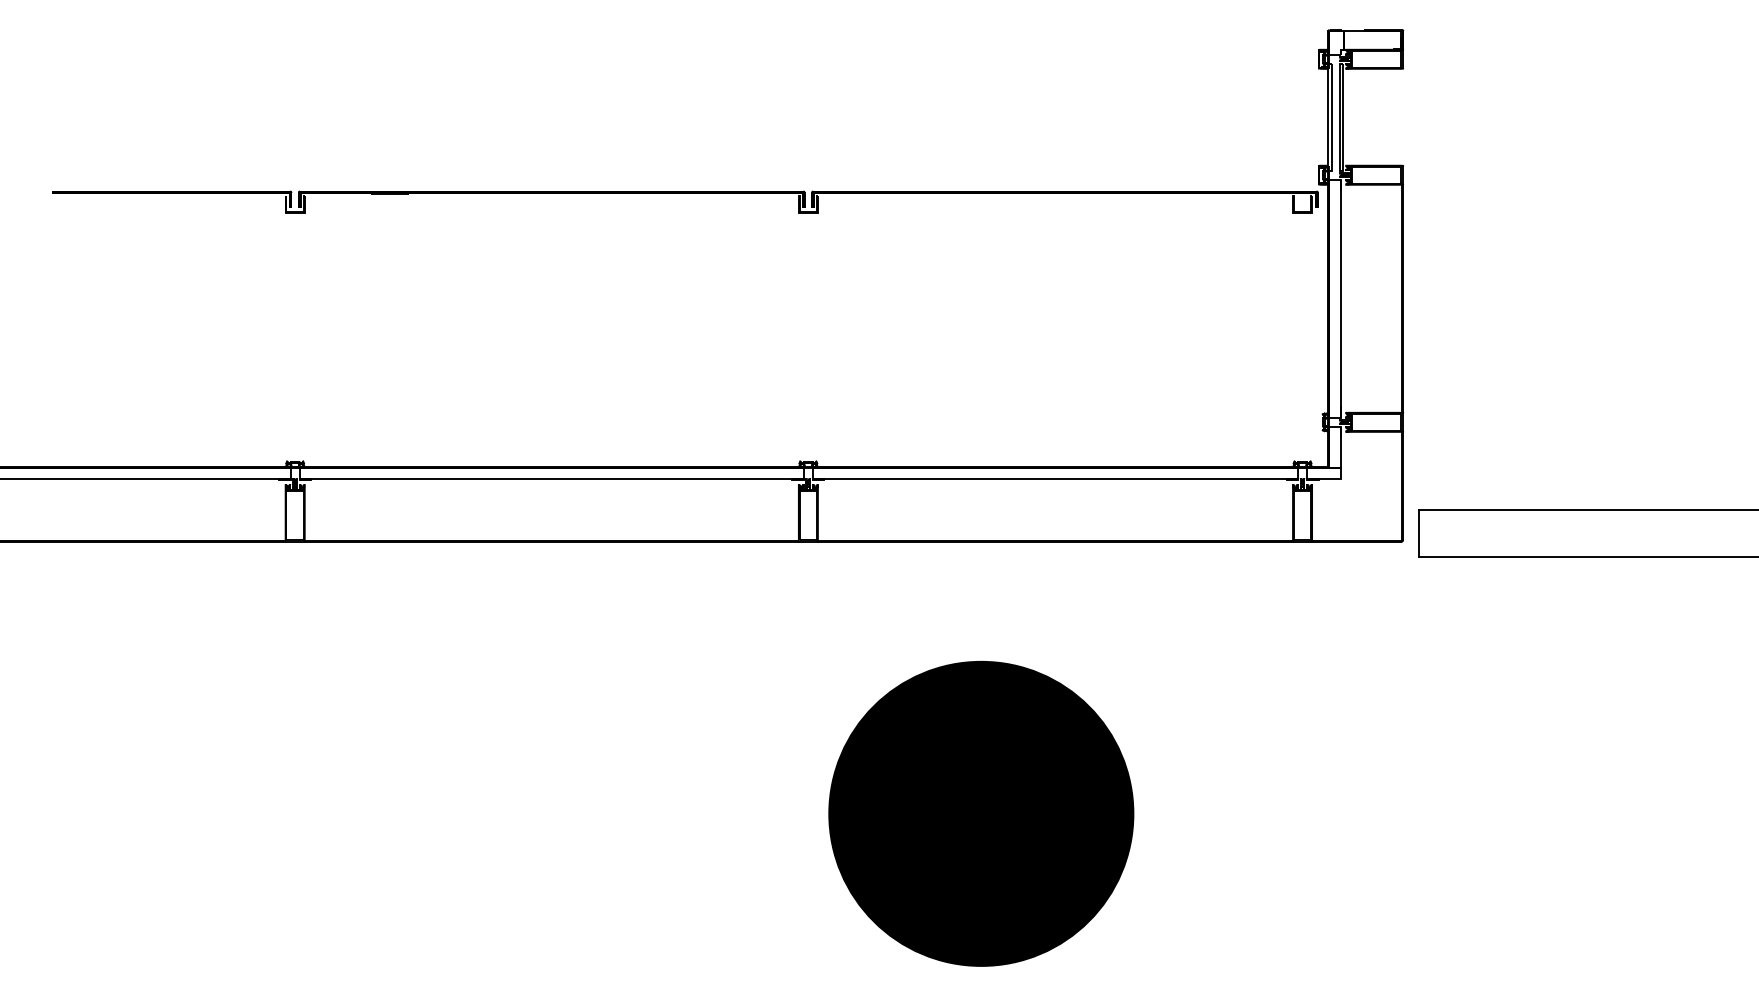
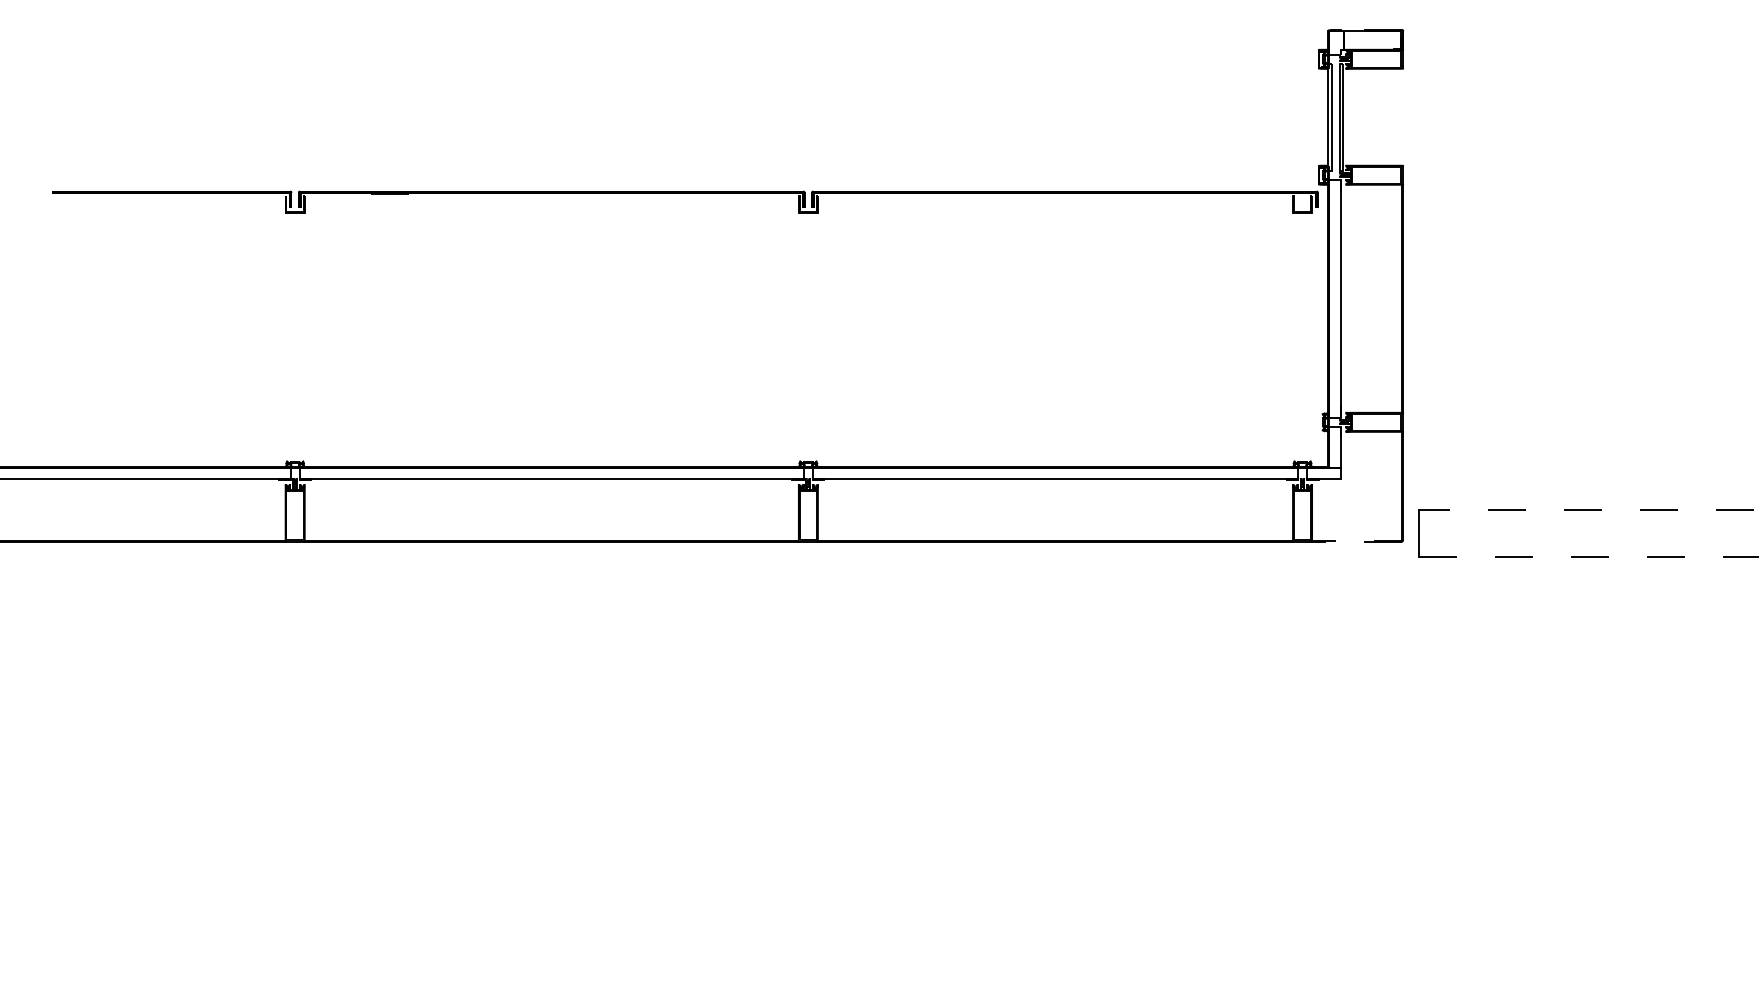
line at (1588, 509): solid -> dashed
line at (1312, 540): solid -> dashed
line at (1588, 557): solid -> dashed
part at (981, 813): present -> none
